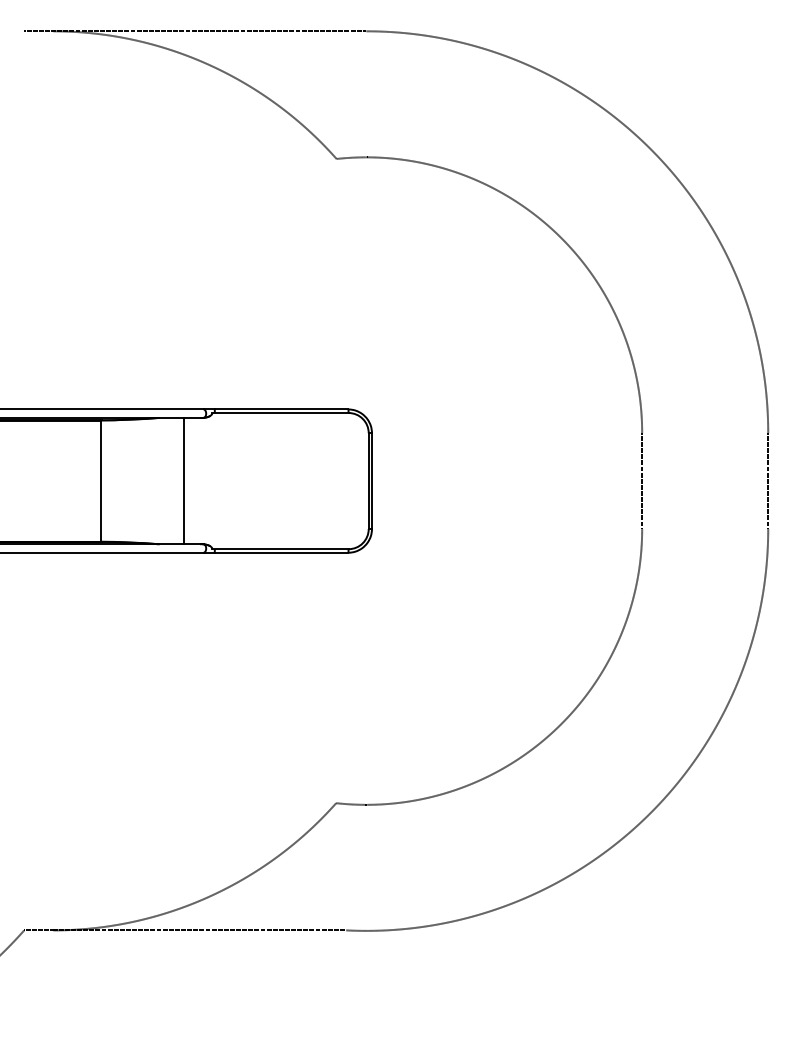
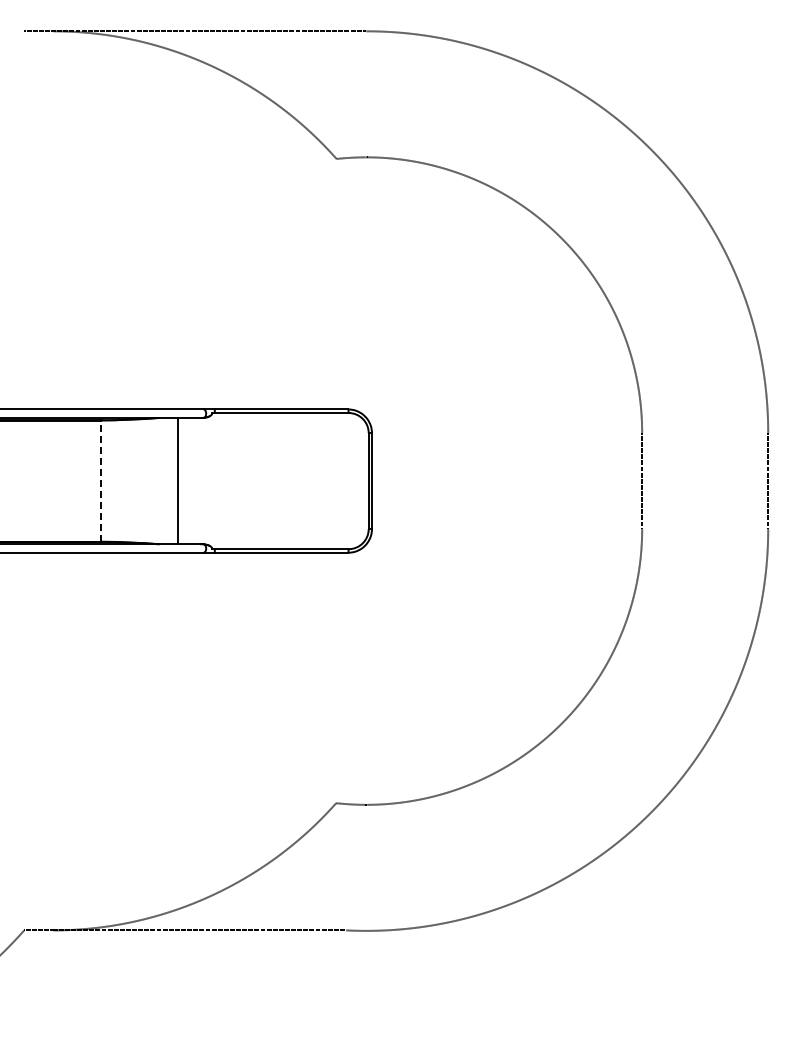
line at (101, 480): solid -> dashed
line at (183, 480) position: (183, 480) -> (177, 480)
